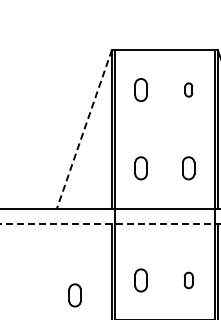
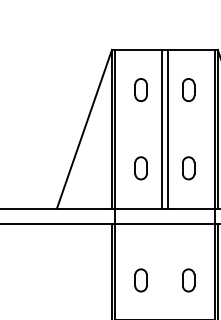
part at (188, 89) size: 10x16 px -> 14x24 px
line at (162, 128): none -> present
line at (167, 128): none -> present
line at (84, 129): dashed -> solid
line at (110, 224): dashed -> solid
part at (188, 280) size: 11x19 px -> 14x25 px
part at (74, 295): present -> none
